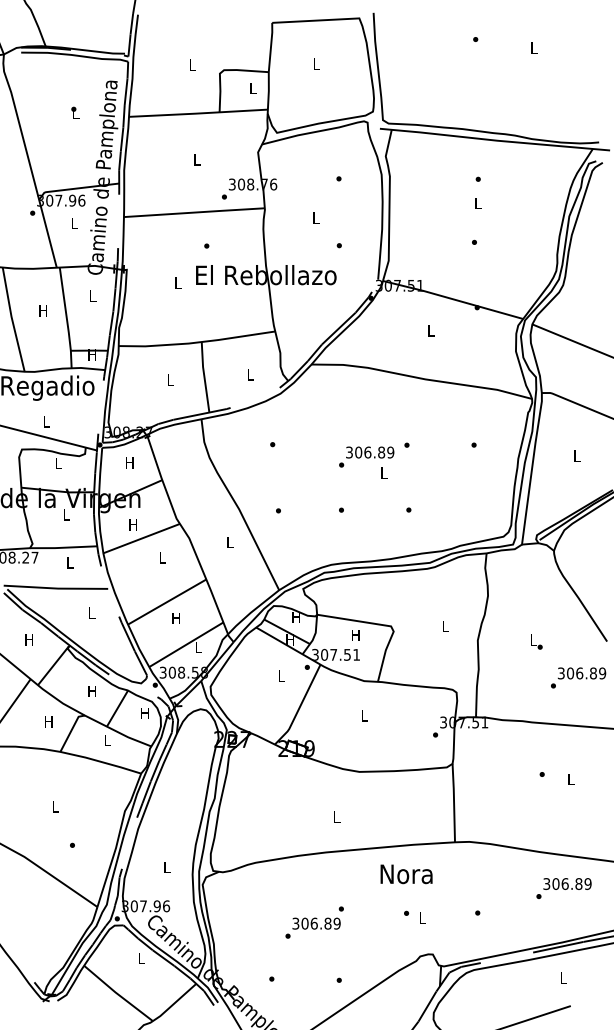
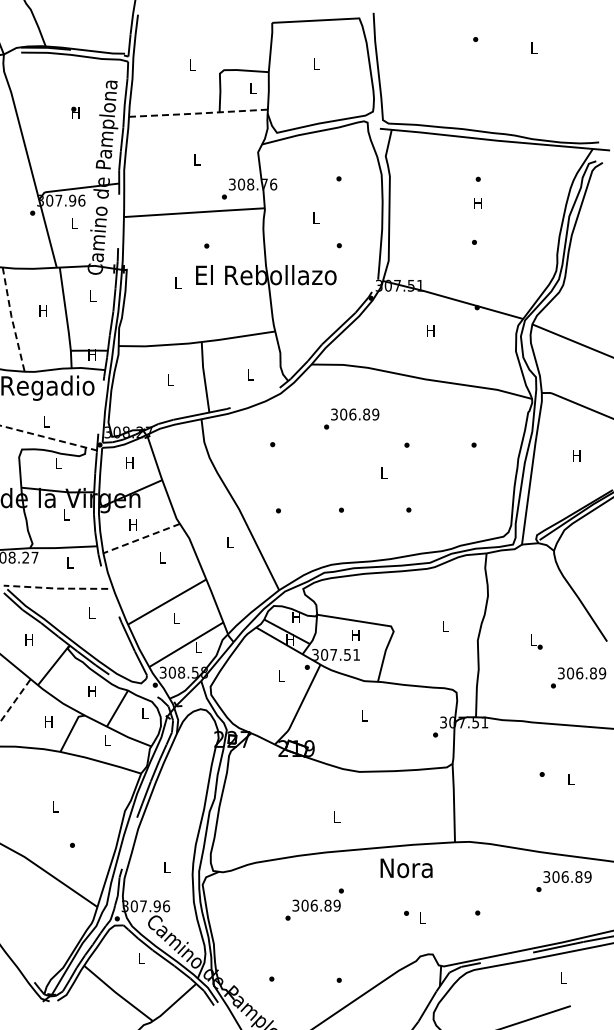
text at (75, 112): L -> H
line at (198, 113): solid -> dashed
text at (477, 203): L -> H
line at (12, 319): solid -> dashed
text at (430, 330): L -> H
line at (48, 438): solid -> dashed
text at (576, 455): L -> H
text at (366, 456) position: (366, 456) -> (351, 418)
line at (141, 538): solid -> dashed
line at (56, 588): solid -> dashed
text at (175, 618): H -> L
line at (15, 700): solid -> dashed
text at (144, 713): H -> L
text at (406, 874) position: (406, 874) -> (406, 868)
text at (563, 888) position: (563, 888) -> (563, 881)
text at (314, 922) position: (314, 922) -> (314, 904)
